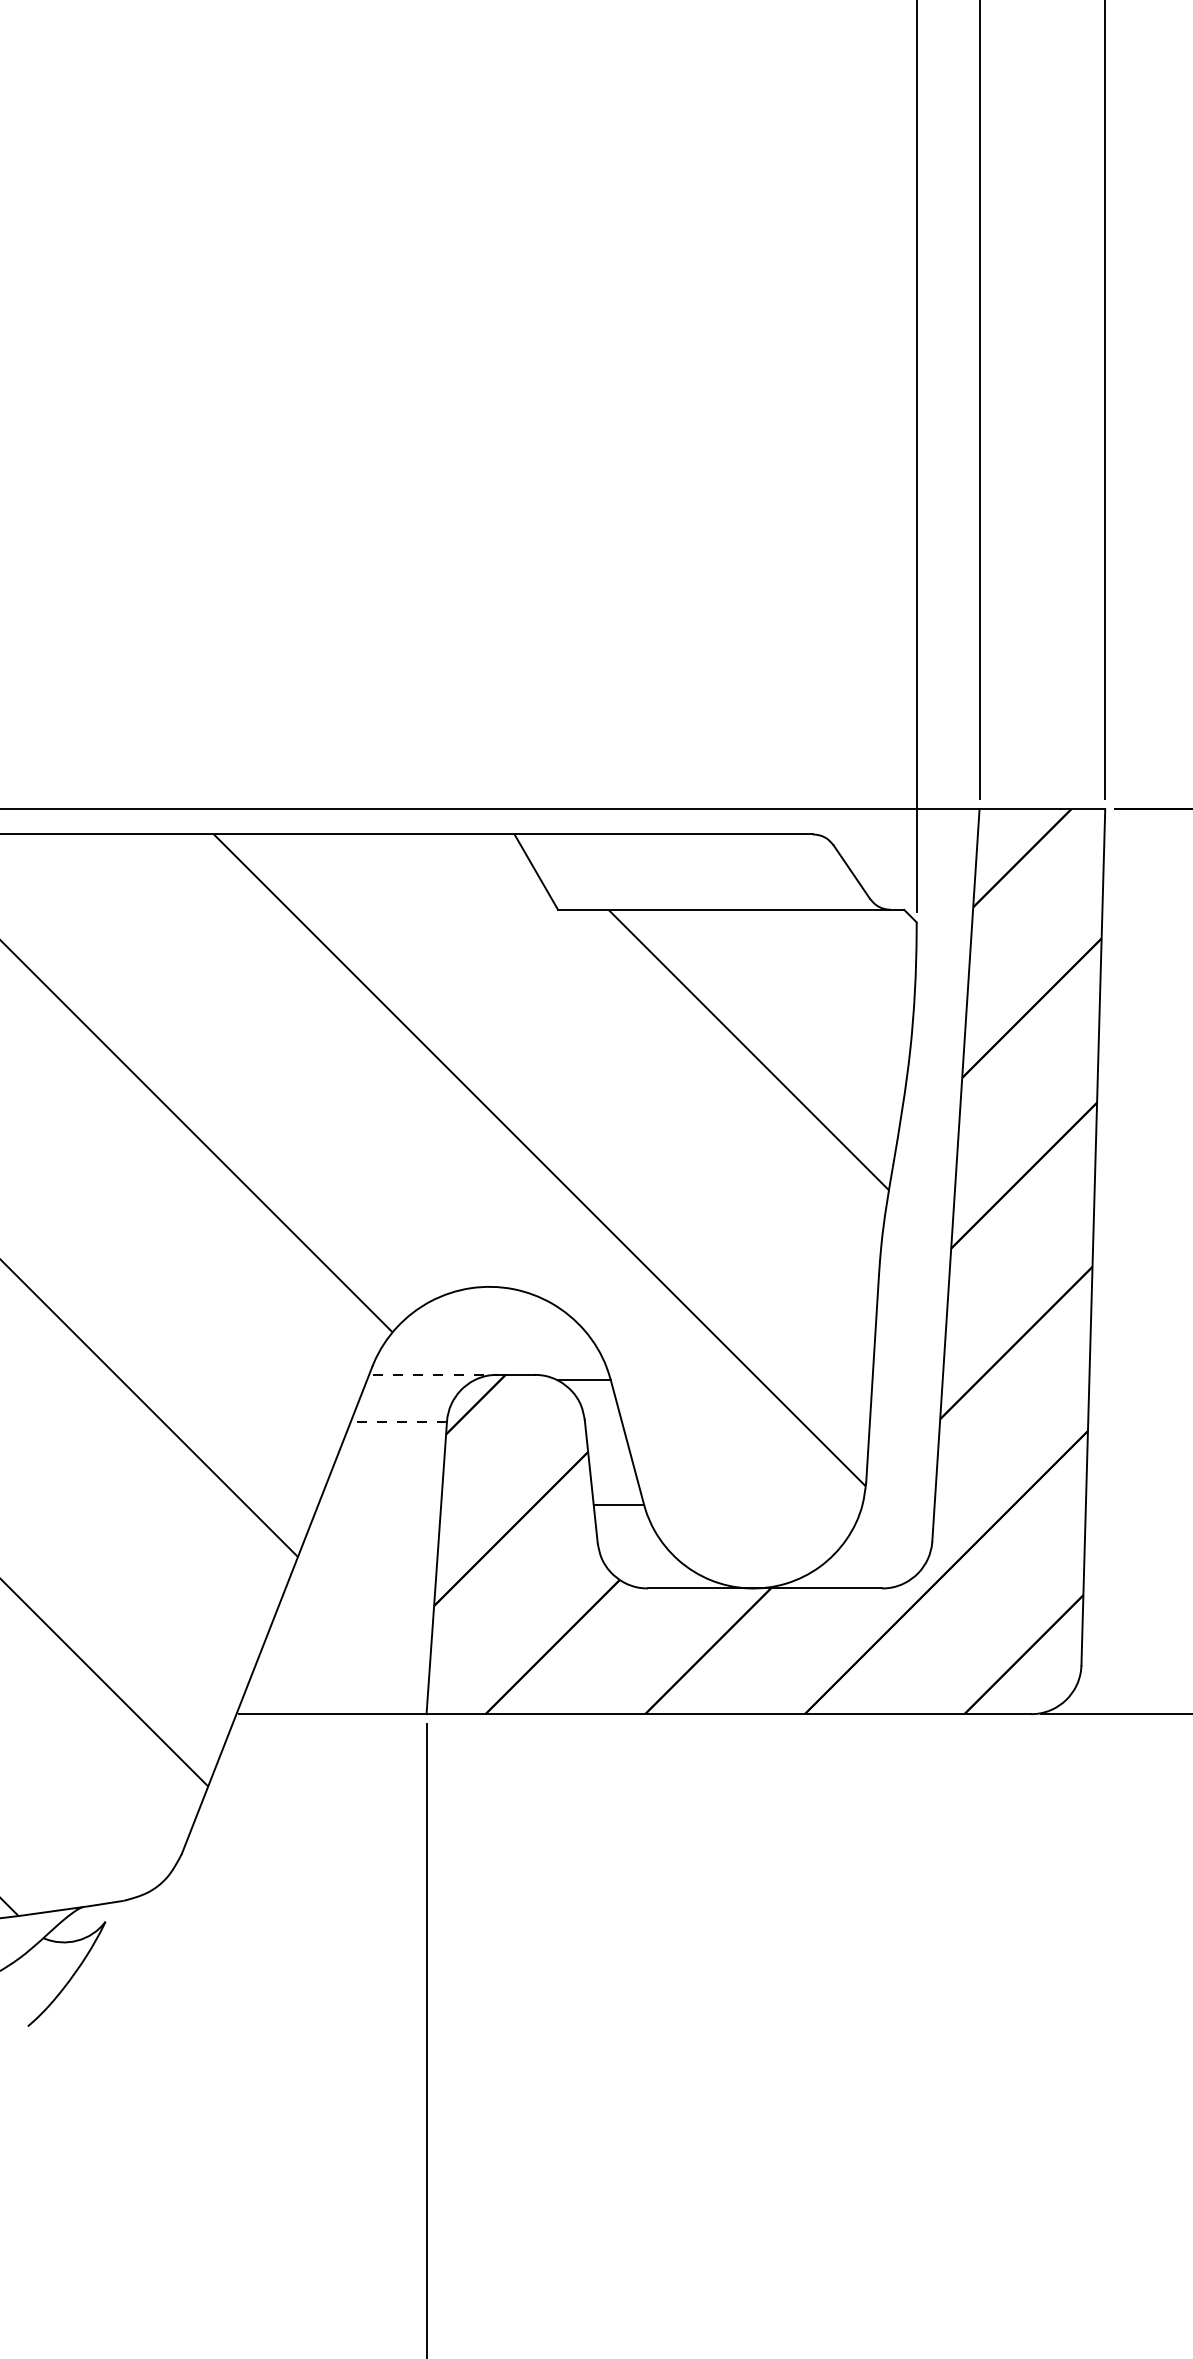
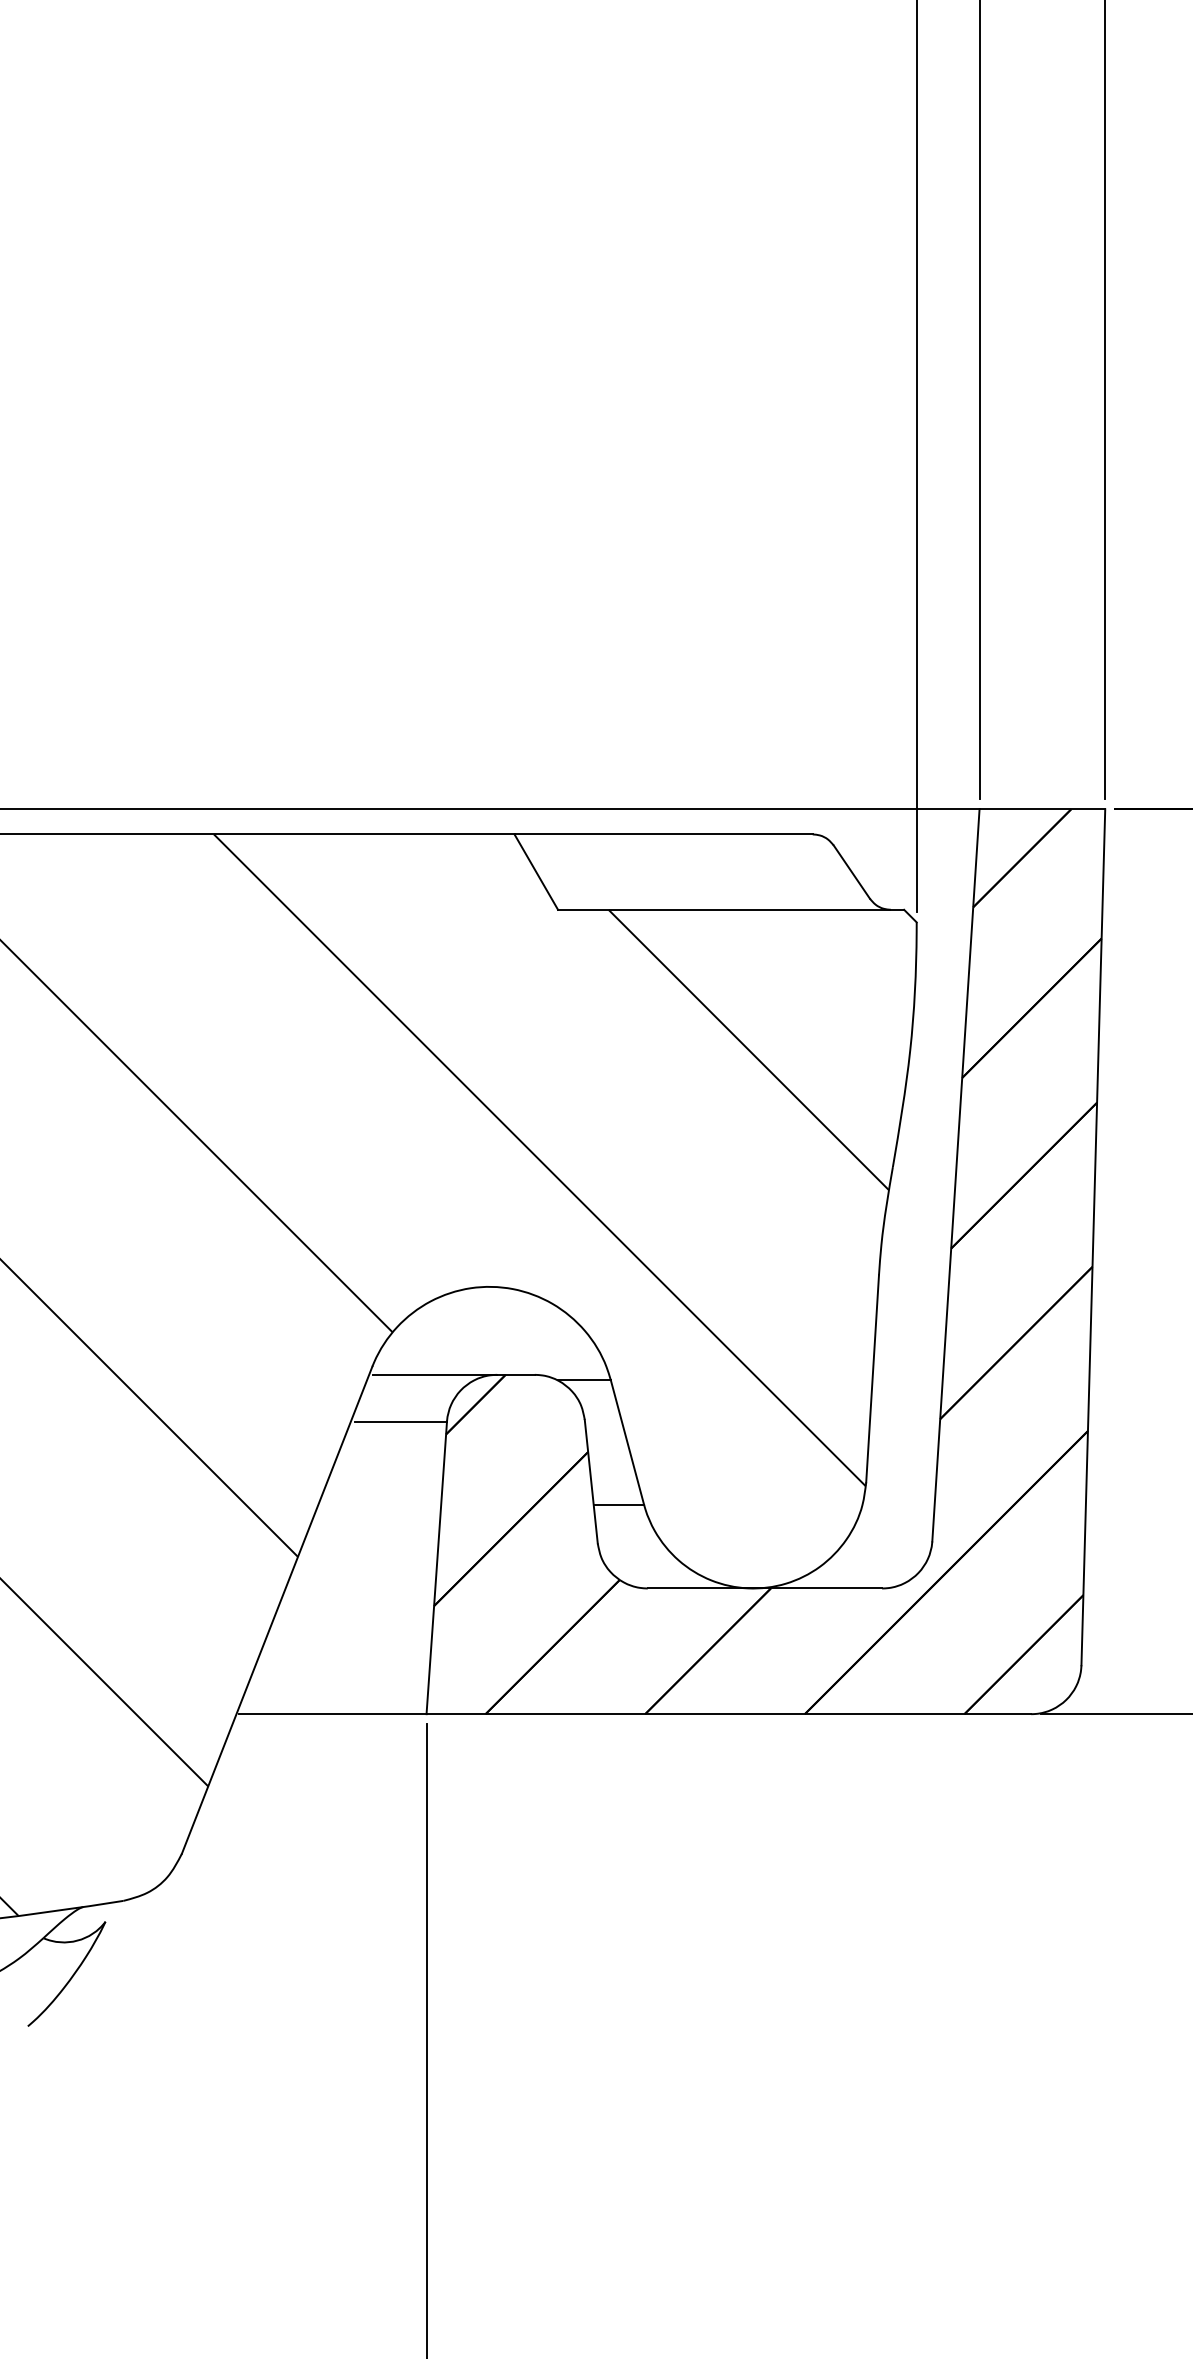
line at (435, 1374): dashed -> solid
line at (400, 1421): dashed -> solid
